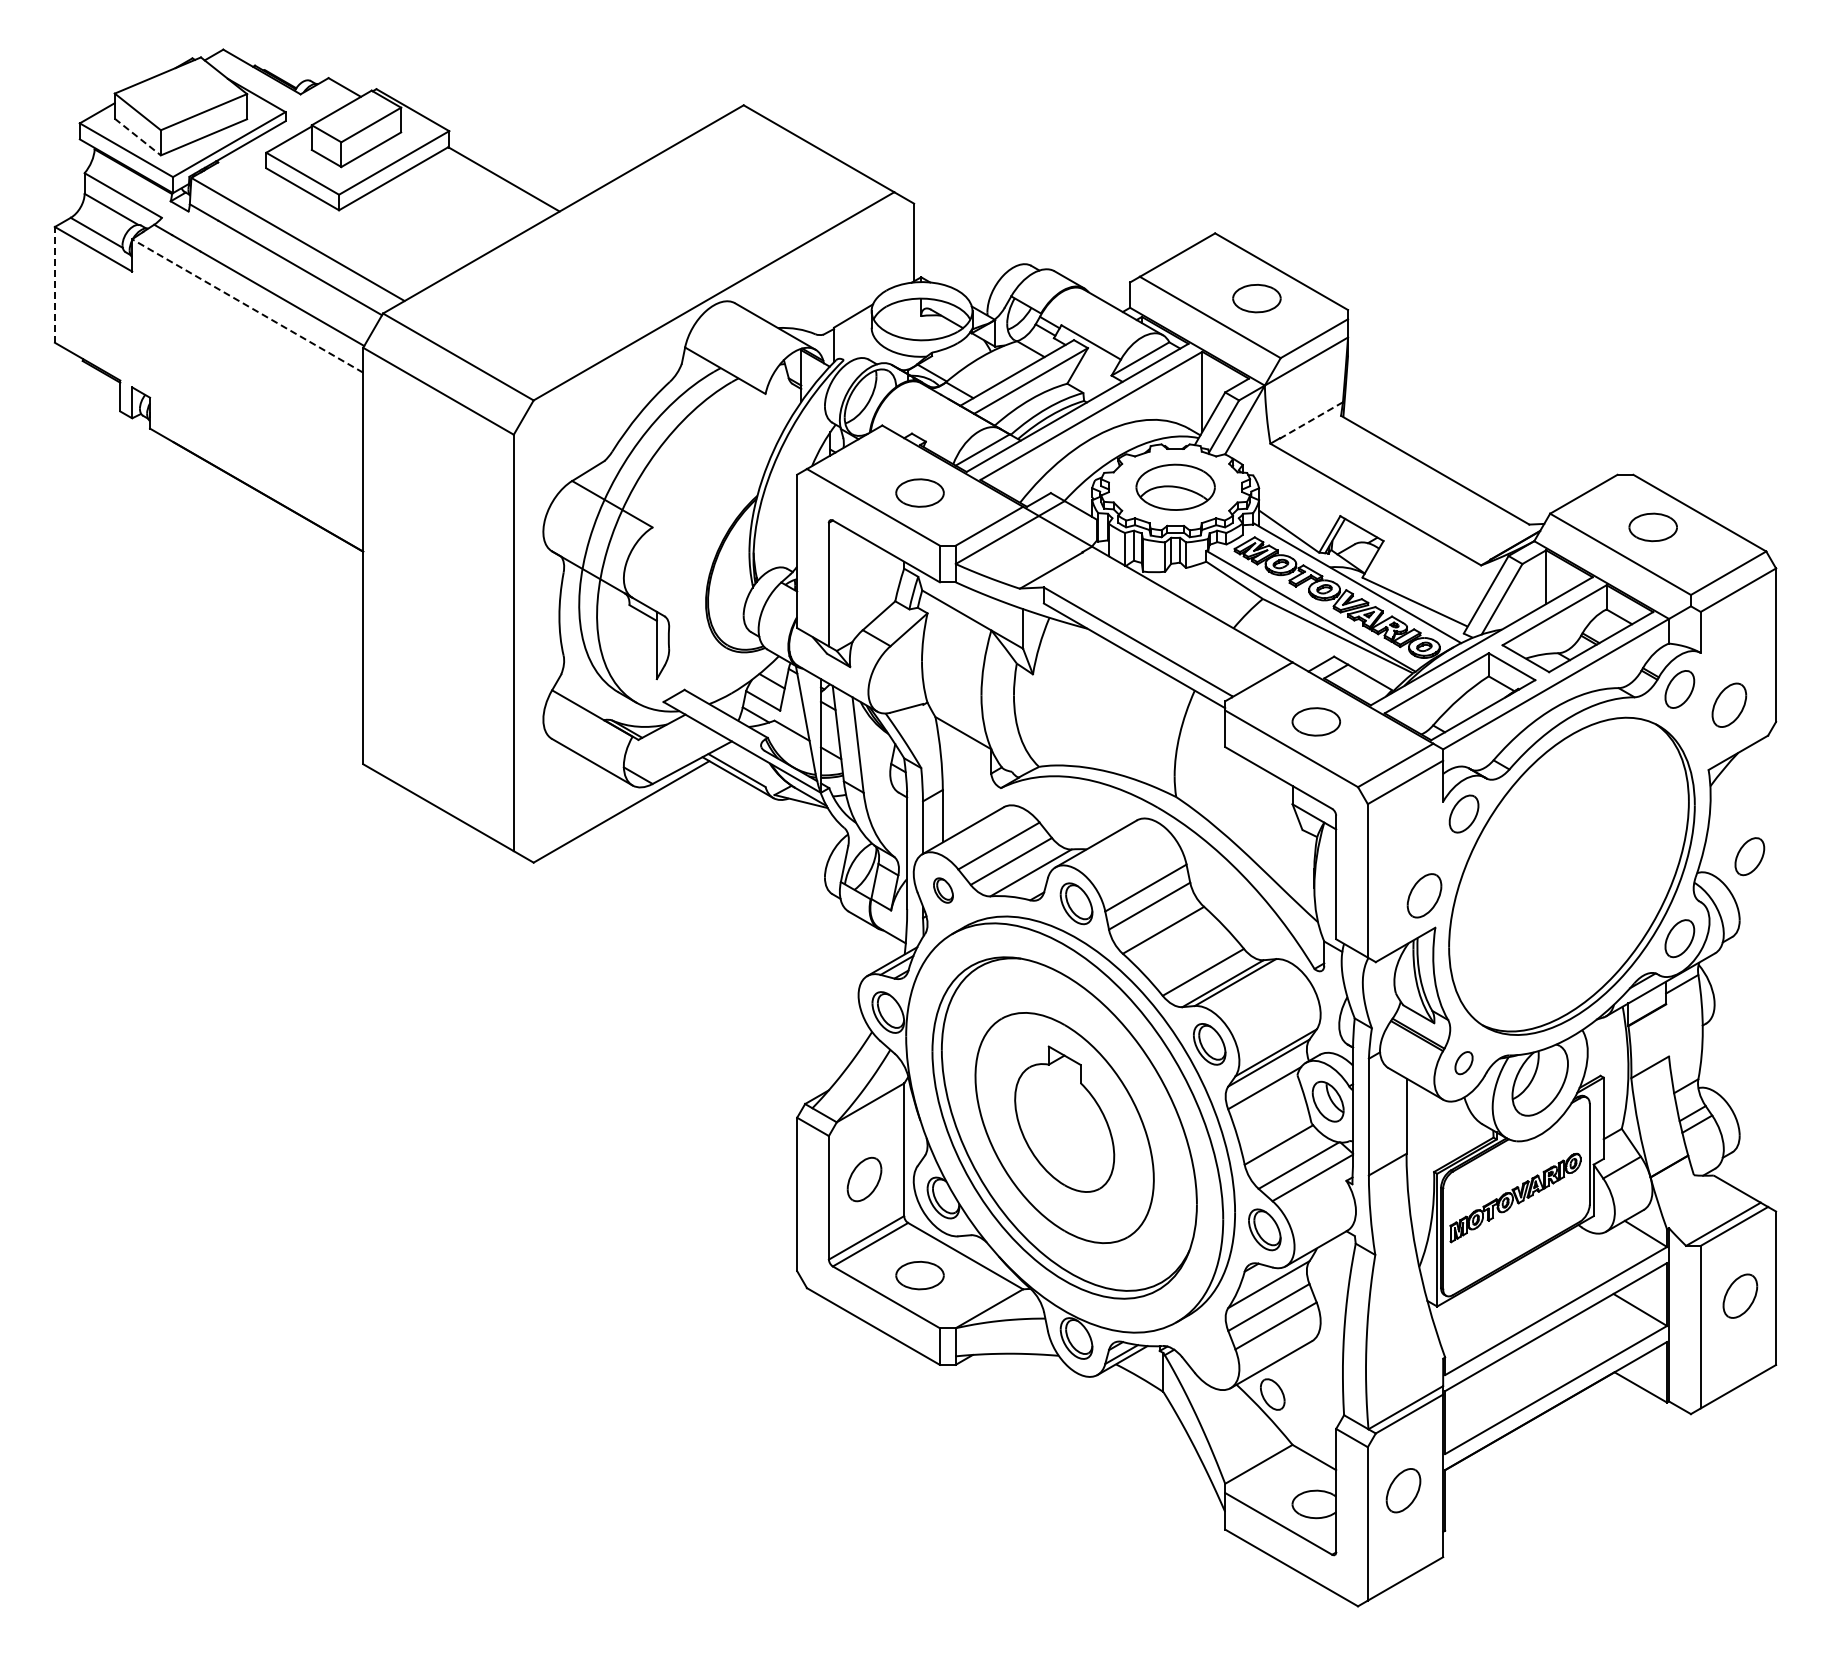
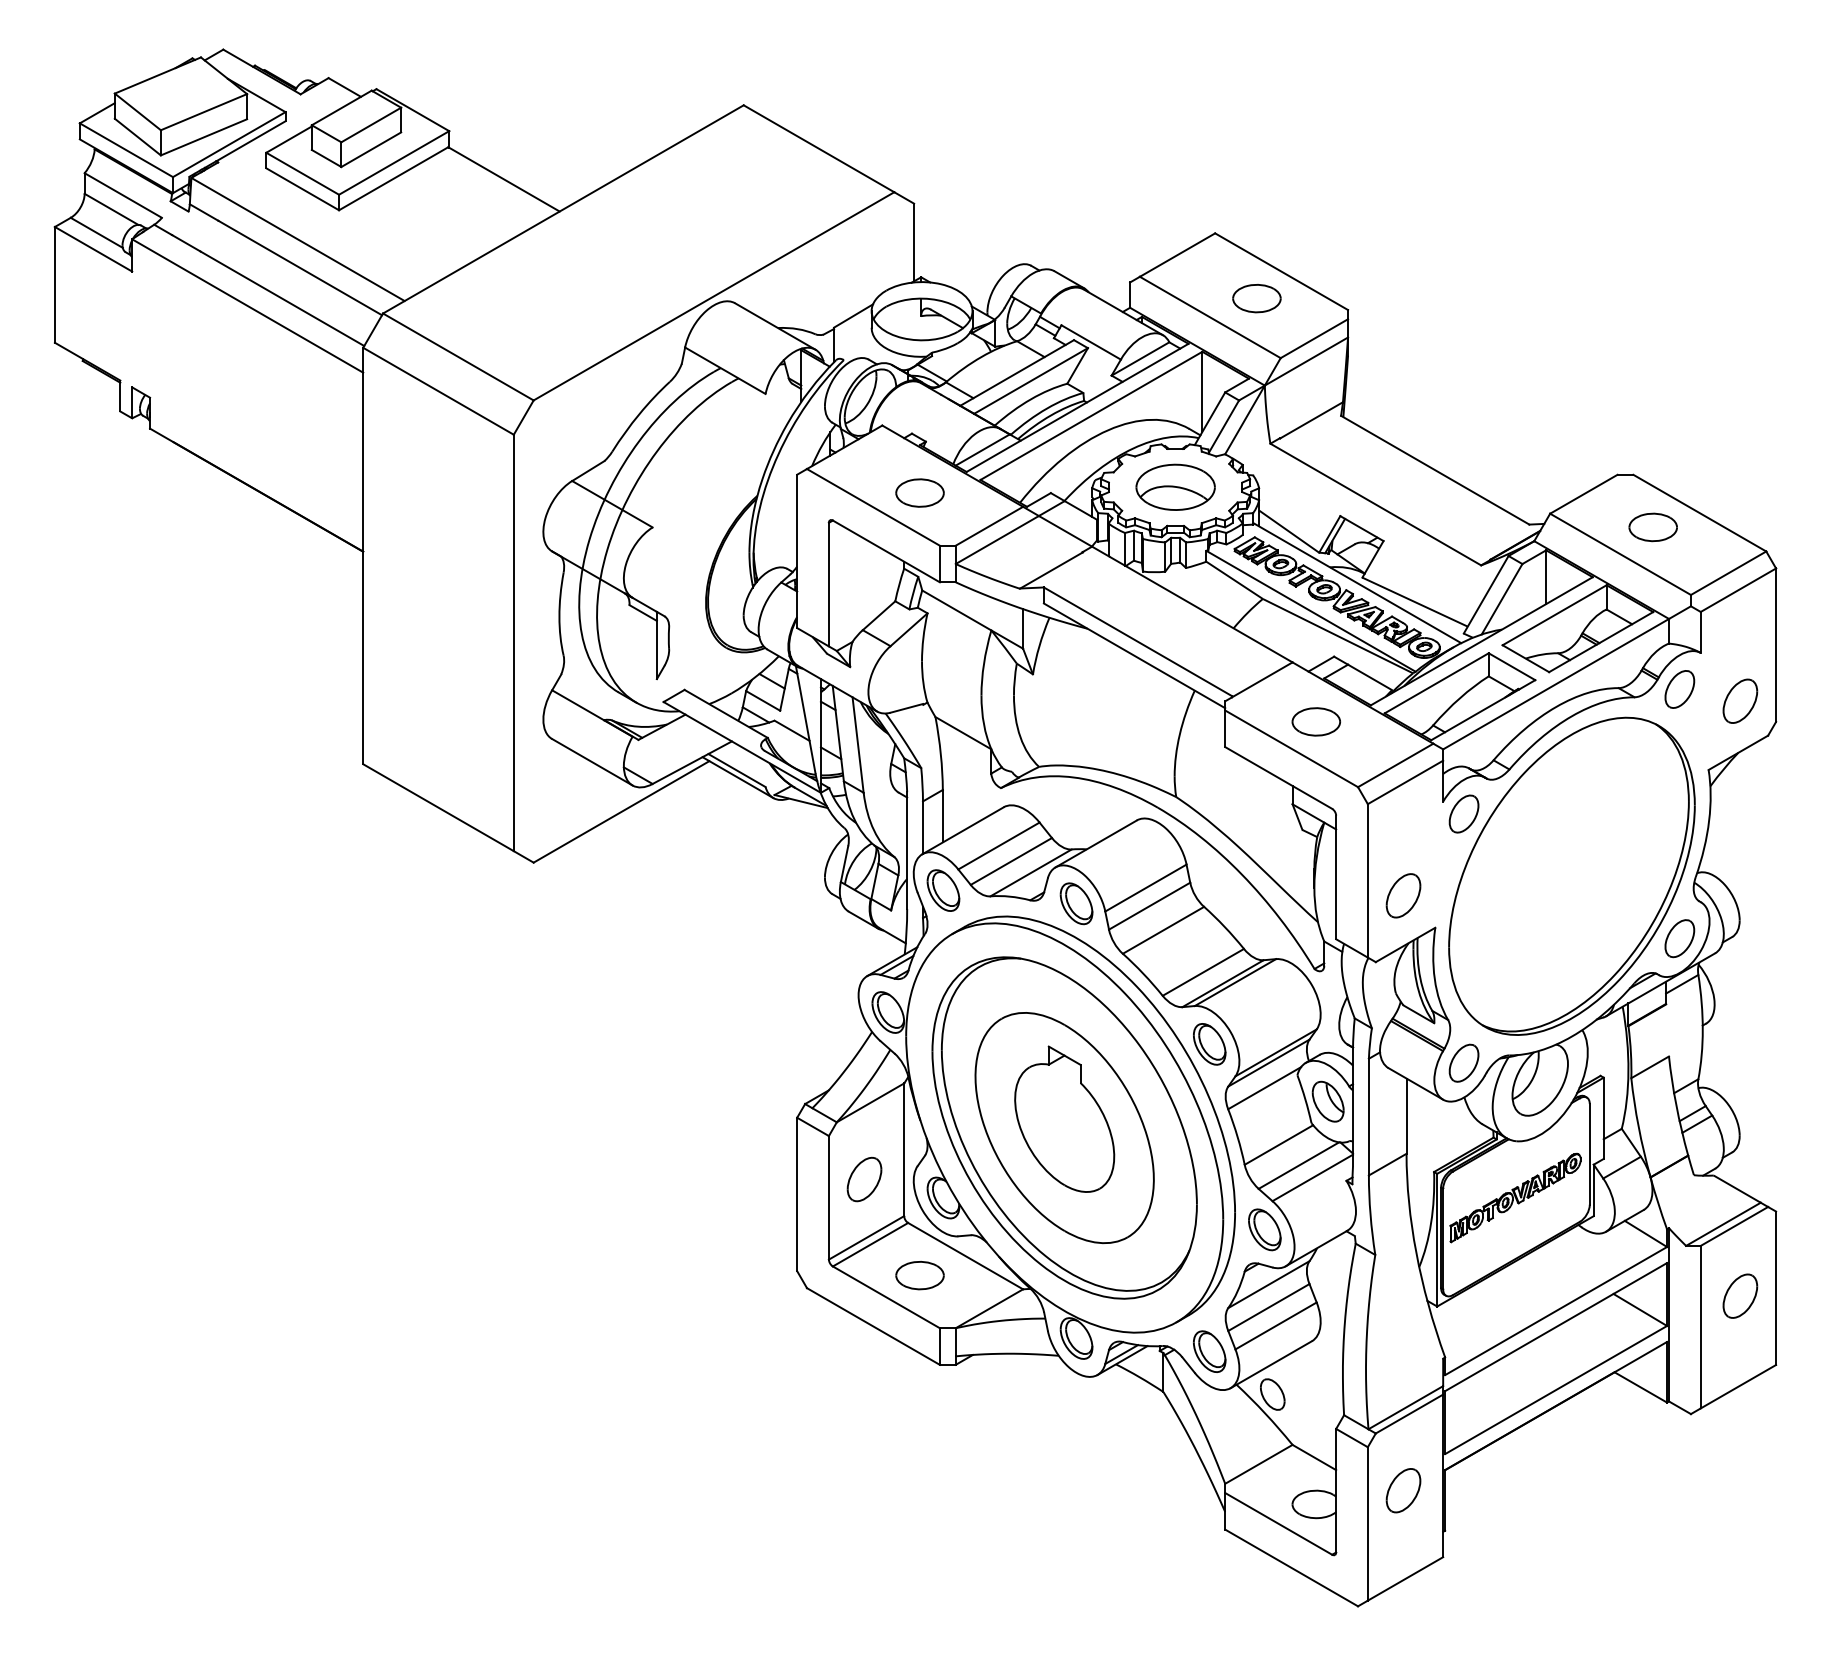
line at (138, 137): dashed -> solid
line at (54, 284): dashed -> solid
line at (247, 305): dashed -> solid
line at (1311, 420): dashed -> solid
part at (1729, 704) position: (1729, 704) -> (1740, 700)
part at (1749, 856): present -> none
part at (943, 890) size: 21x27 px -> 35x43 px
part at (1424, 895) position: (1424, 895) -> (1403, 895)
part at (1463, 1063) size: 20x25 px -> 32x40 px
part at (1209, 1351): none -> present
